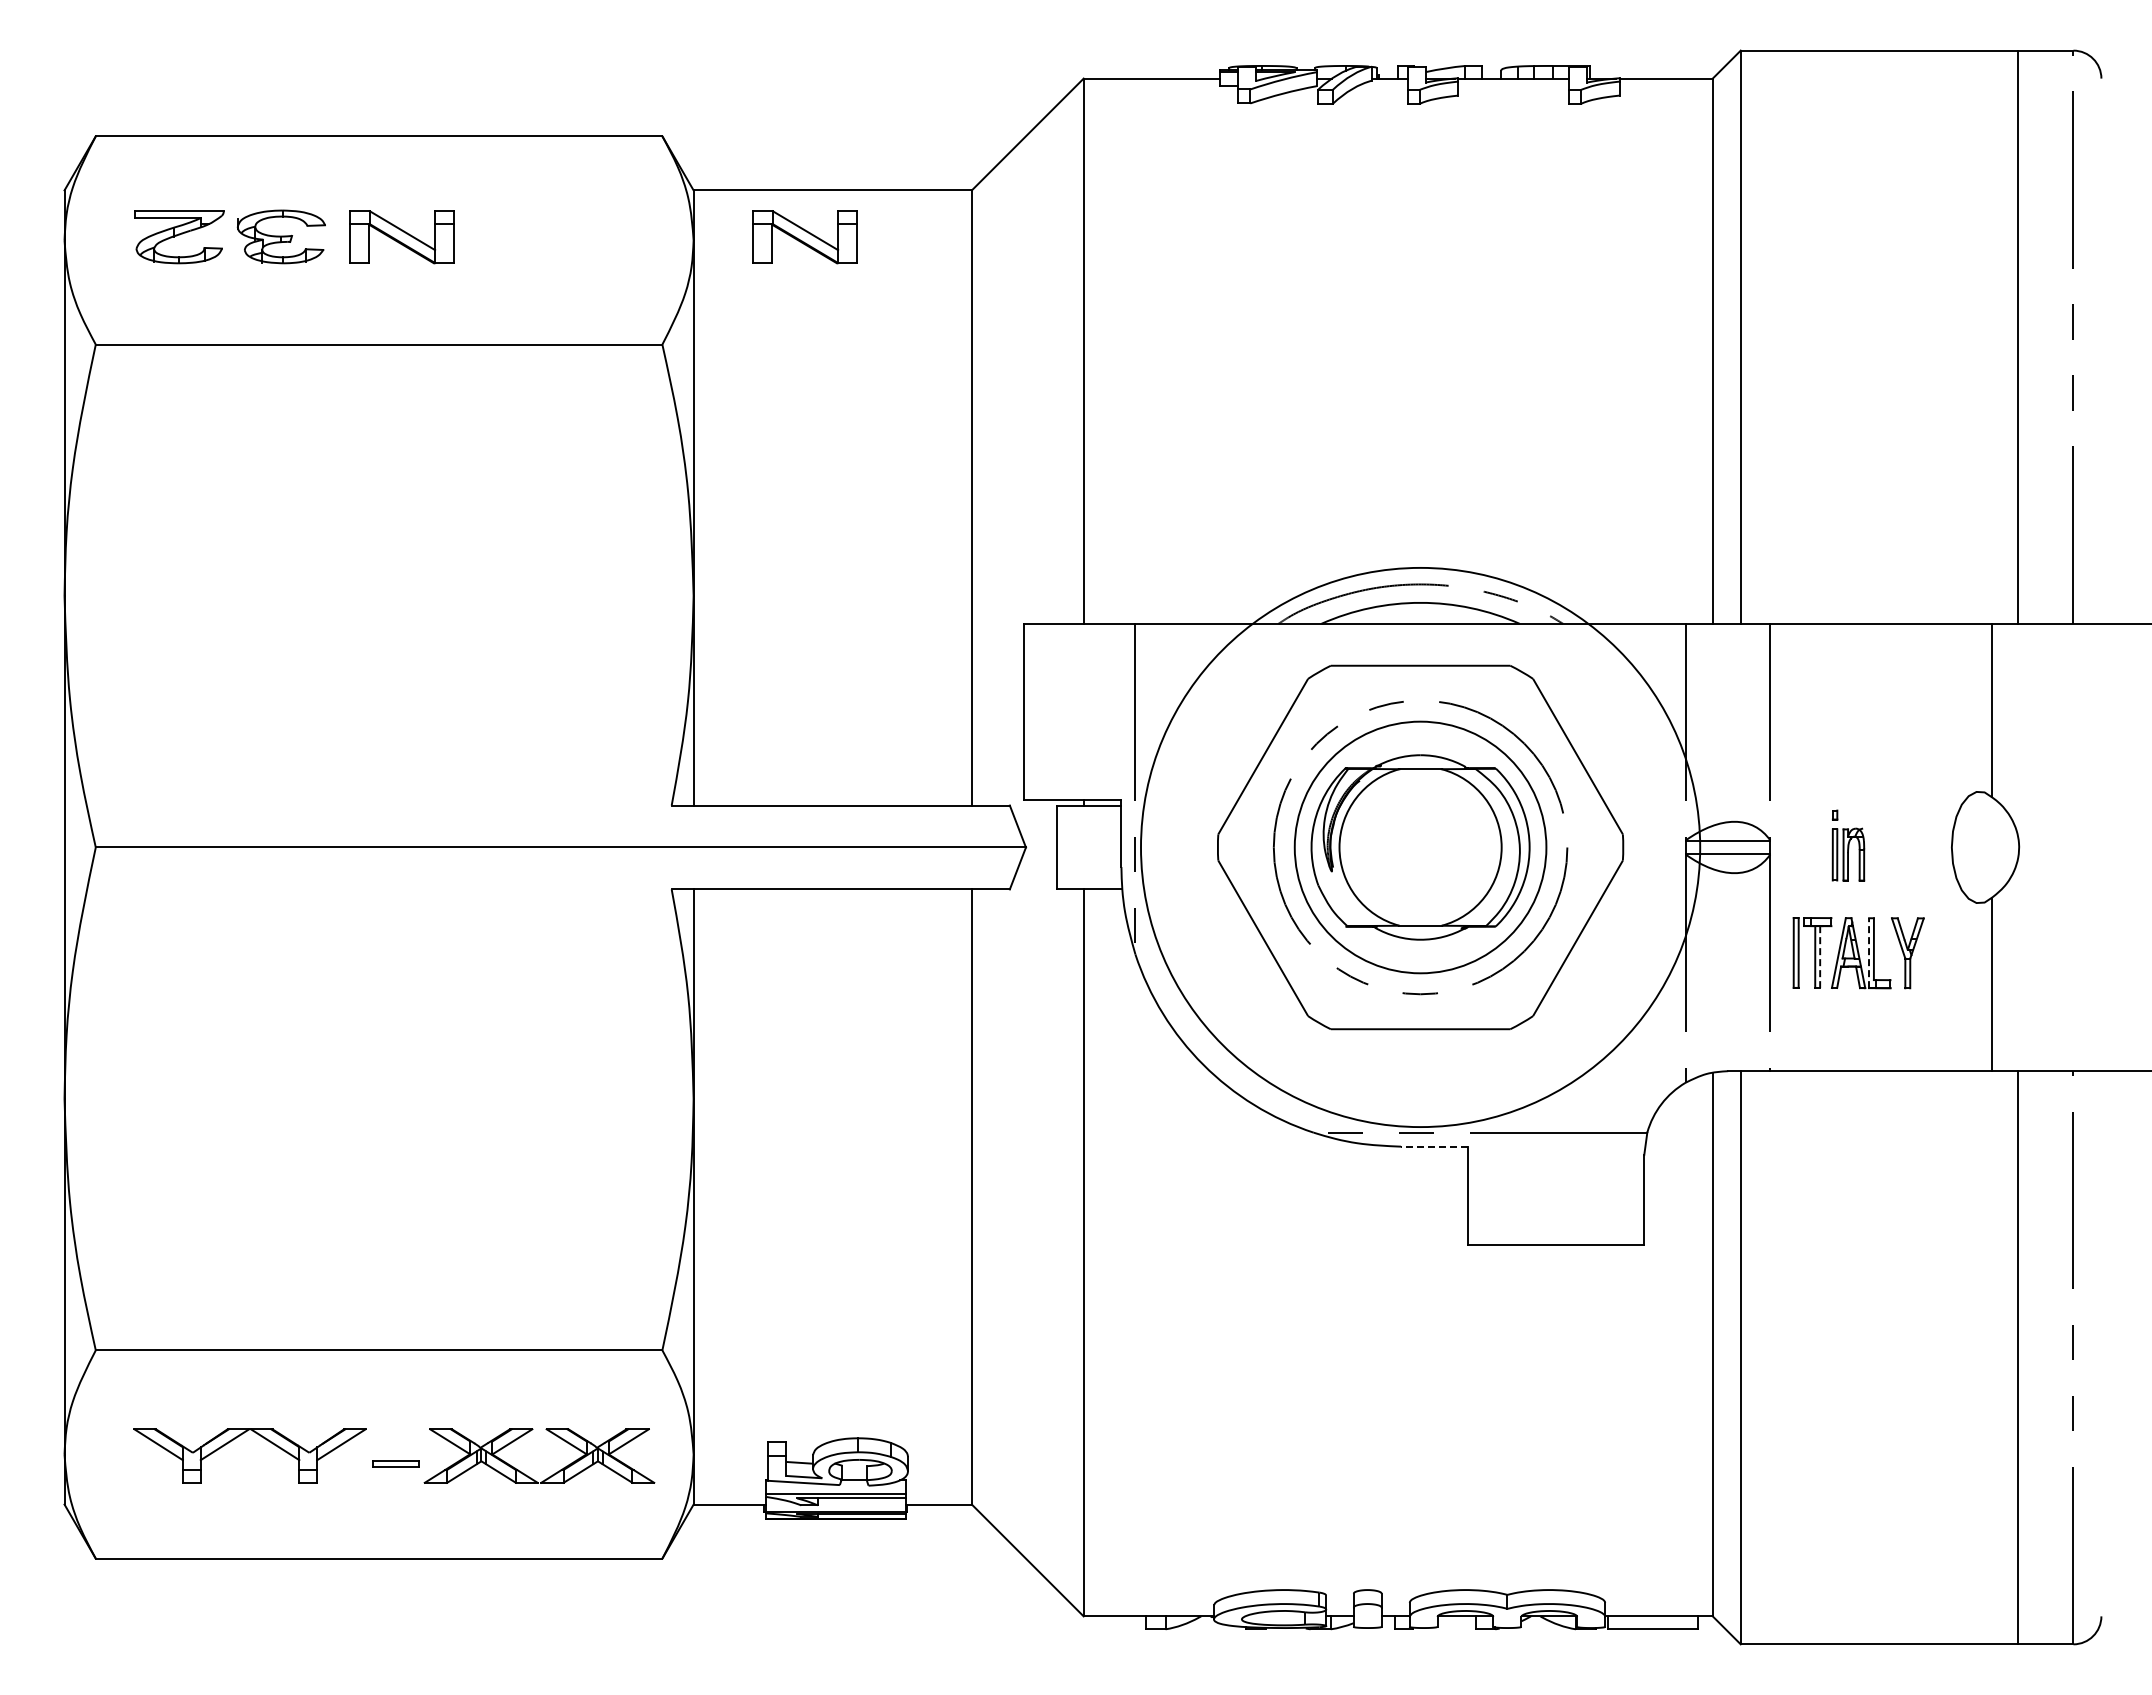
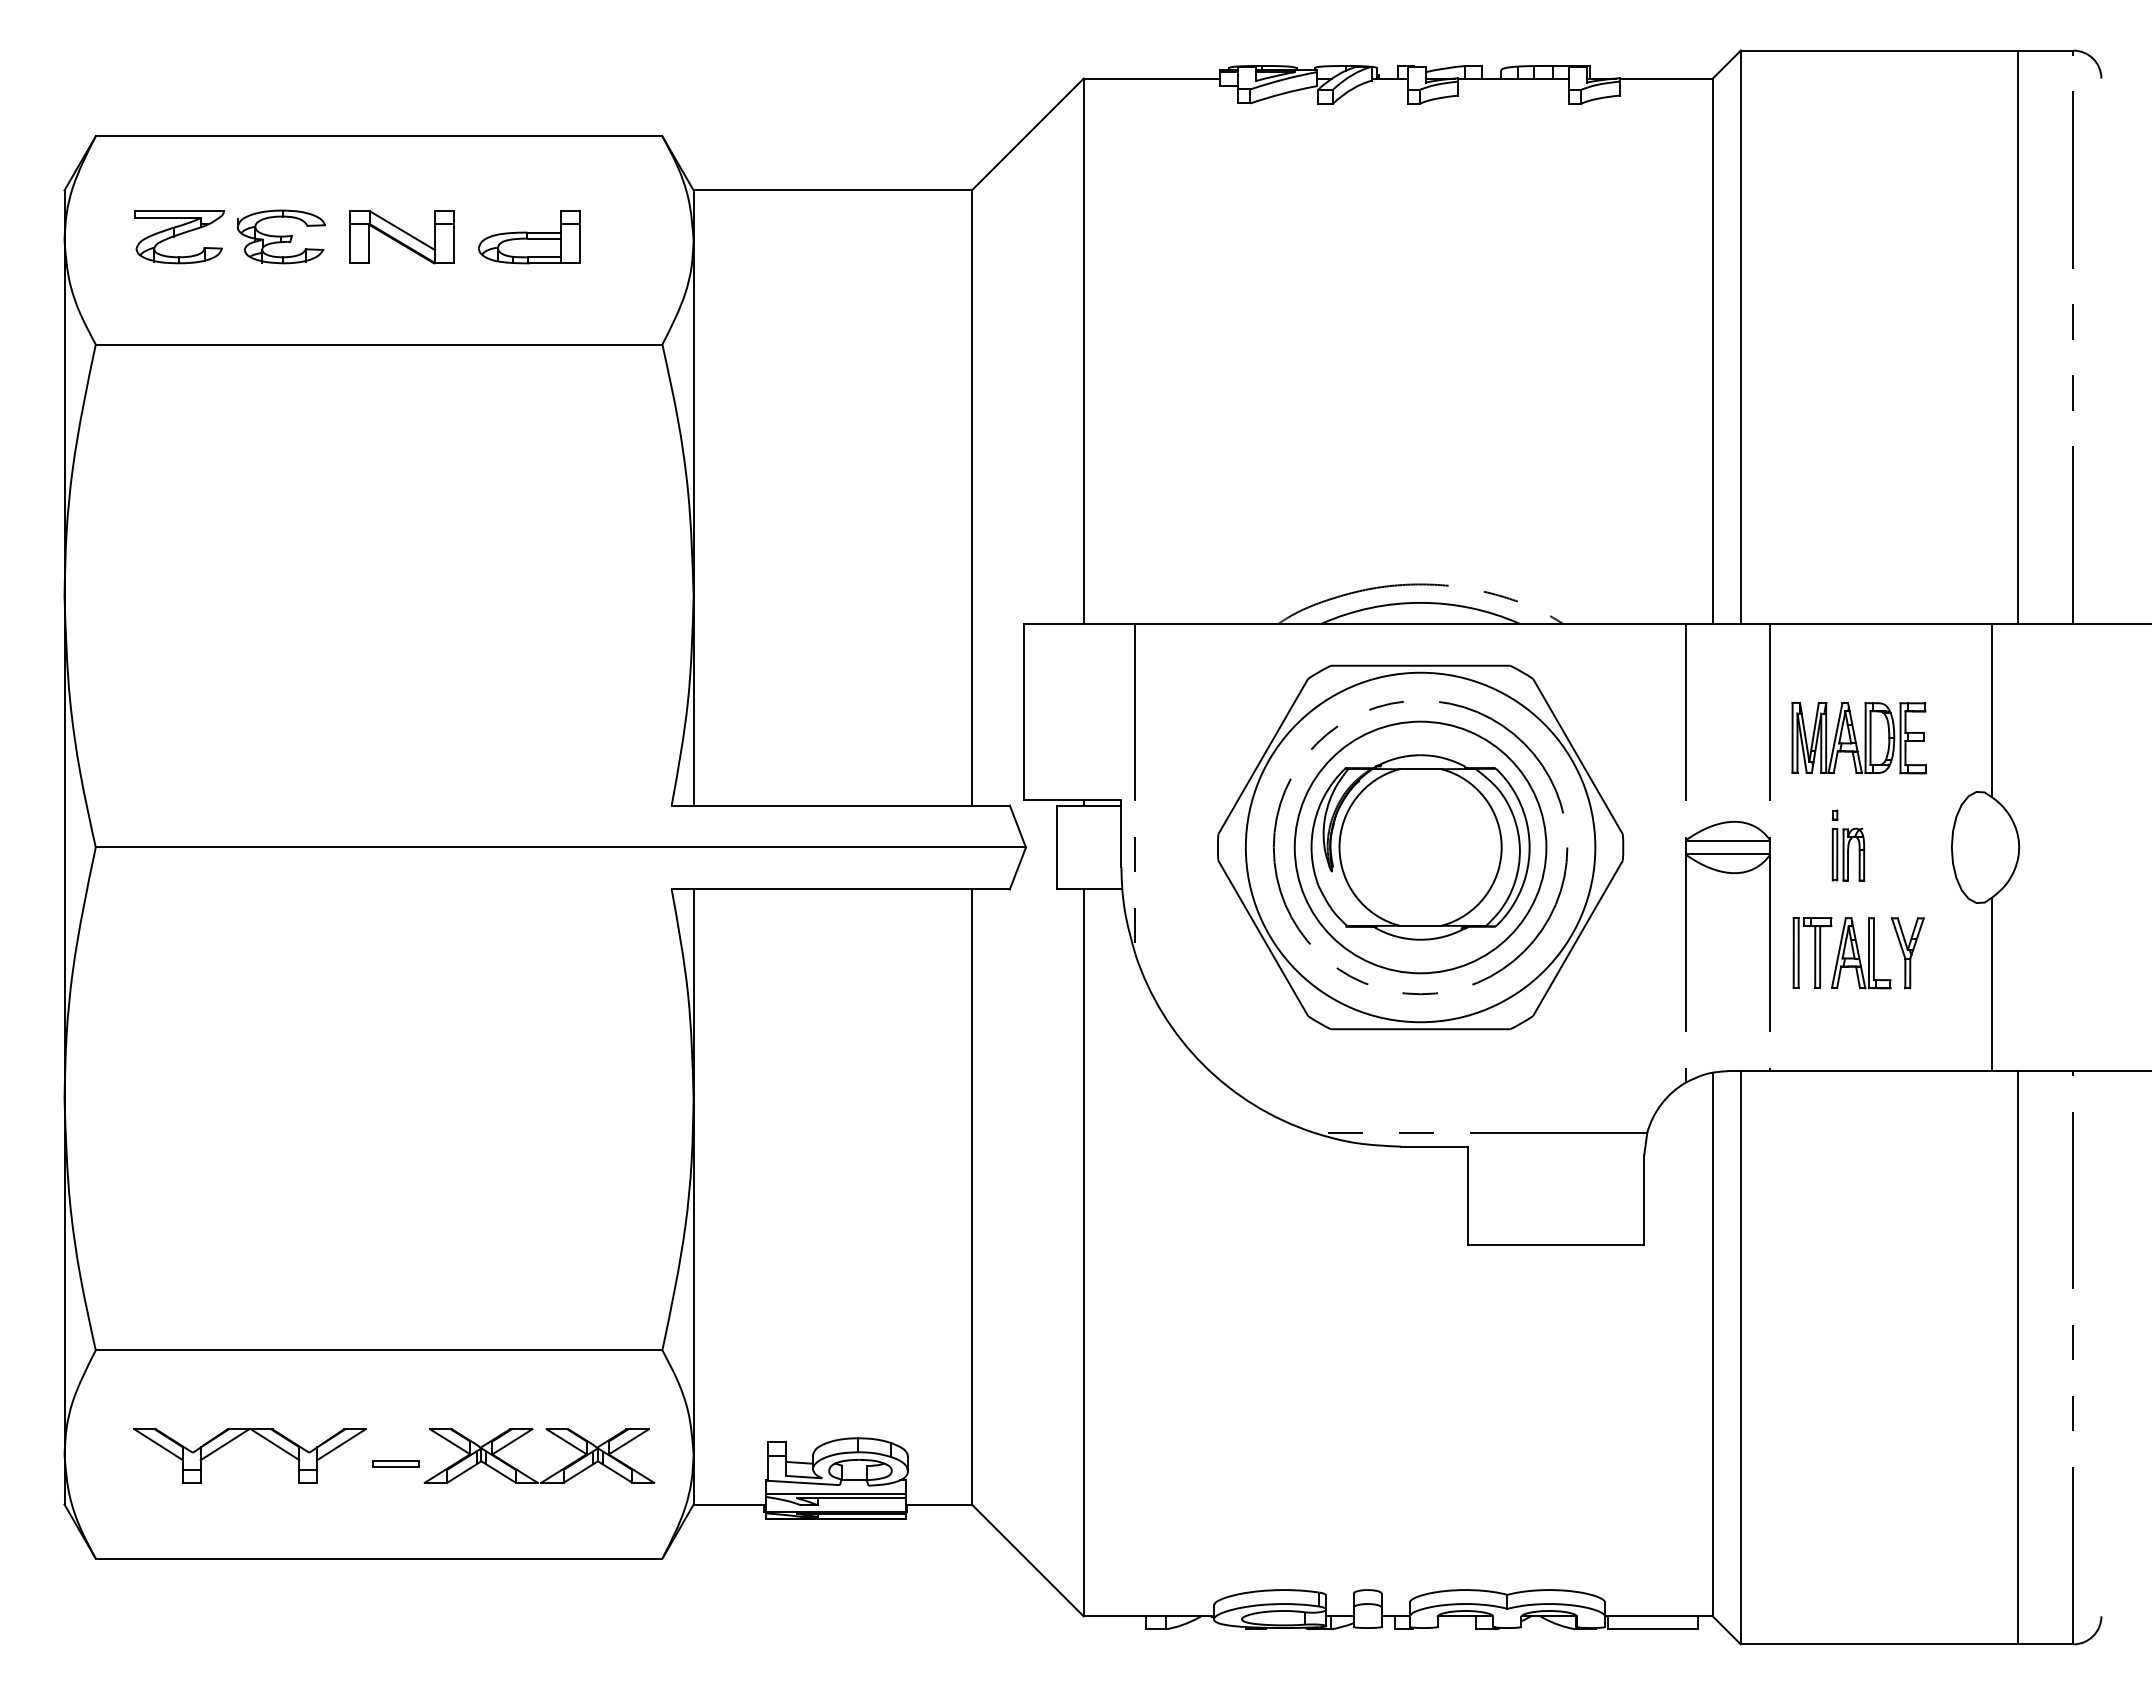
part at (529, 237): none -> present
part at (804, 237): present -> none
part at (1858, 737): none -> present
circle at (1420, 847) diameter: 559 px -> 349 px
line at (1869, 953): dashed -> solid
line at (1820, 957): dashed -> solid
line at (1434, 1146): dashed -> solid
